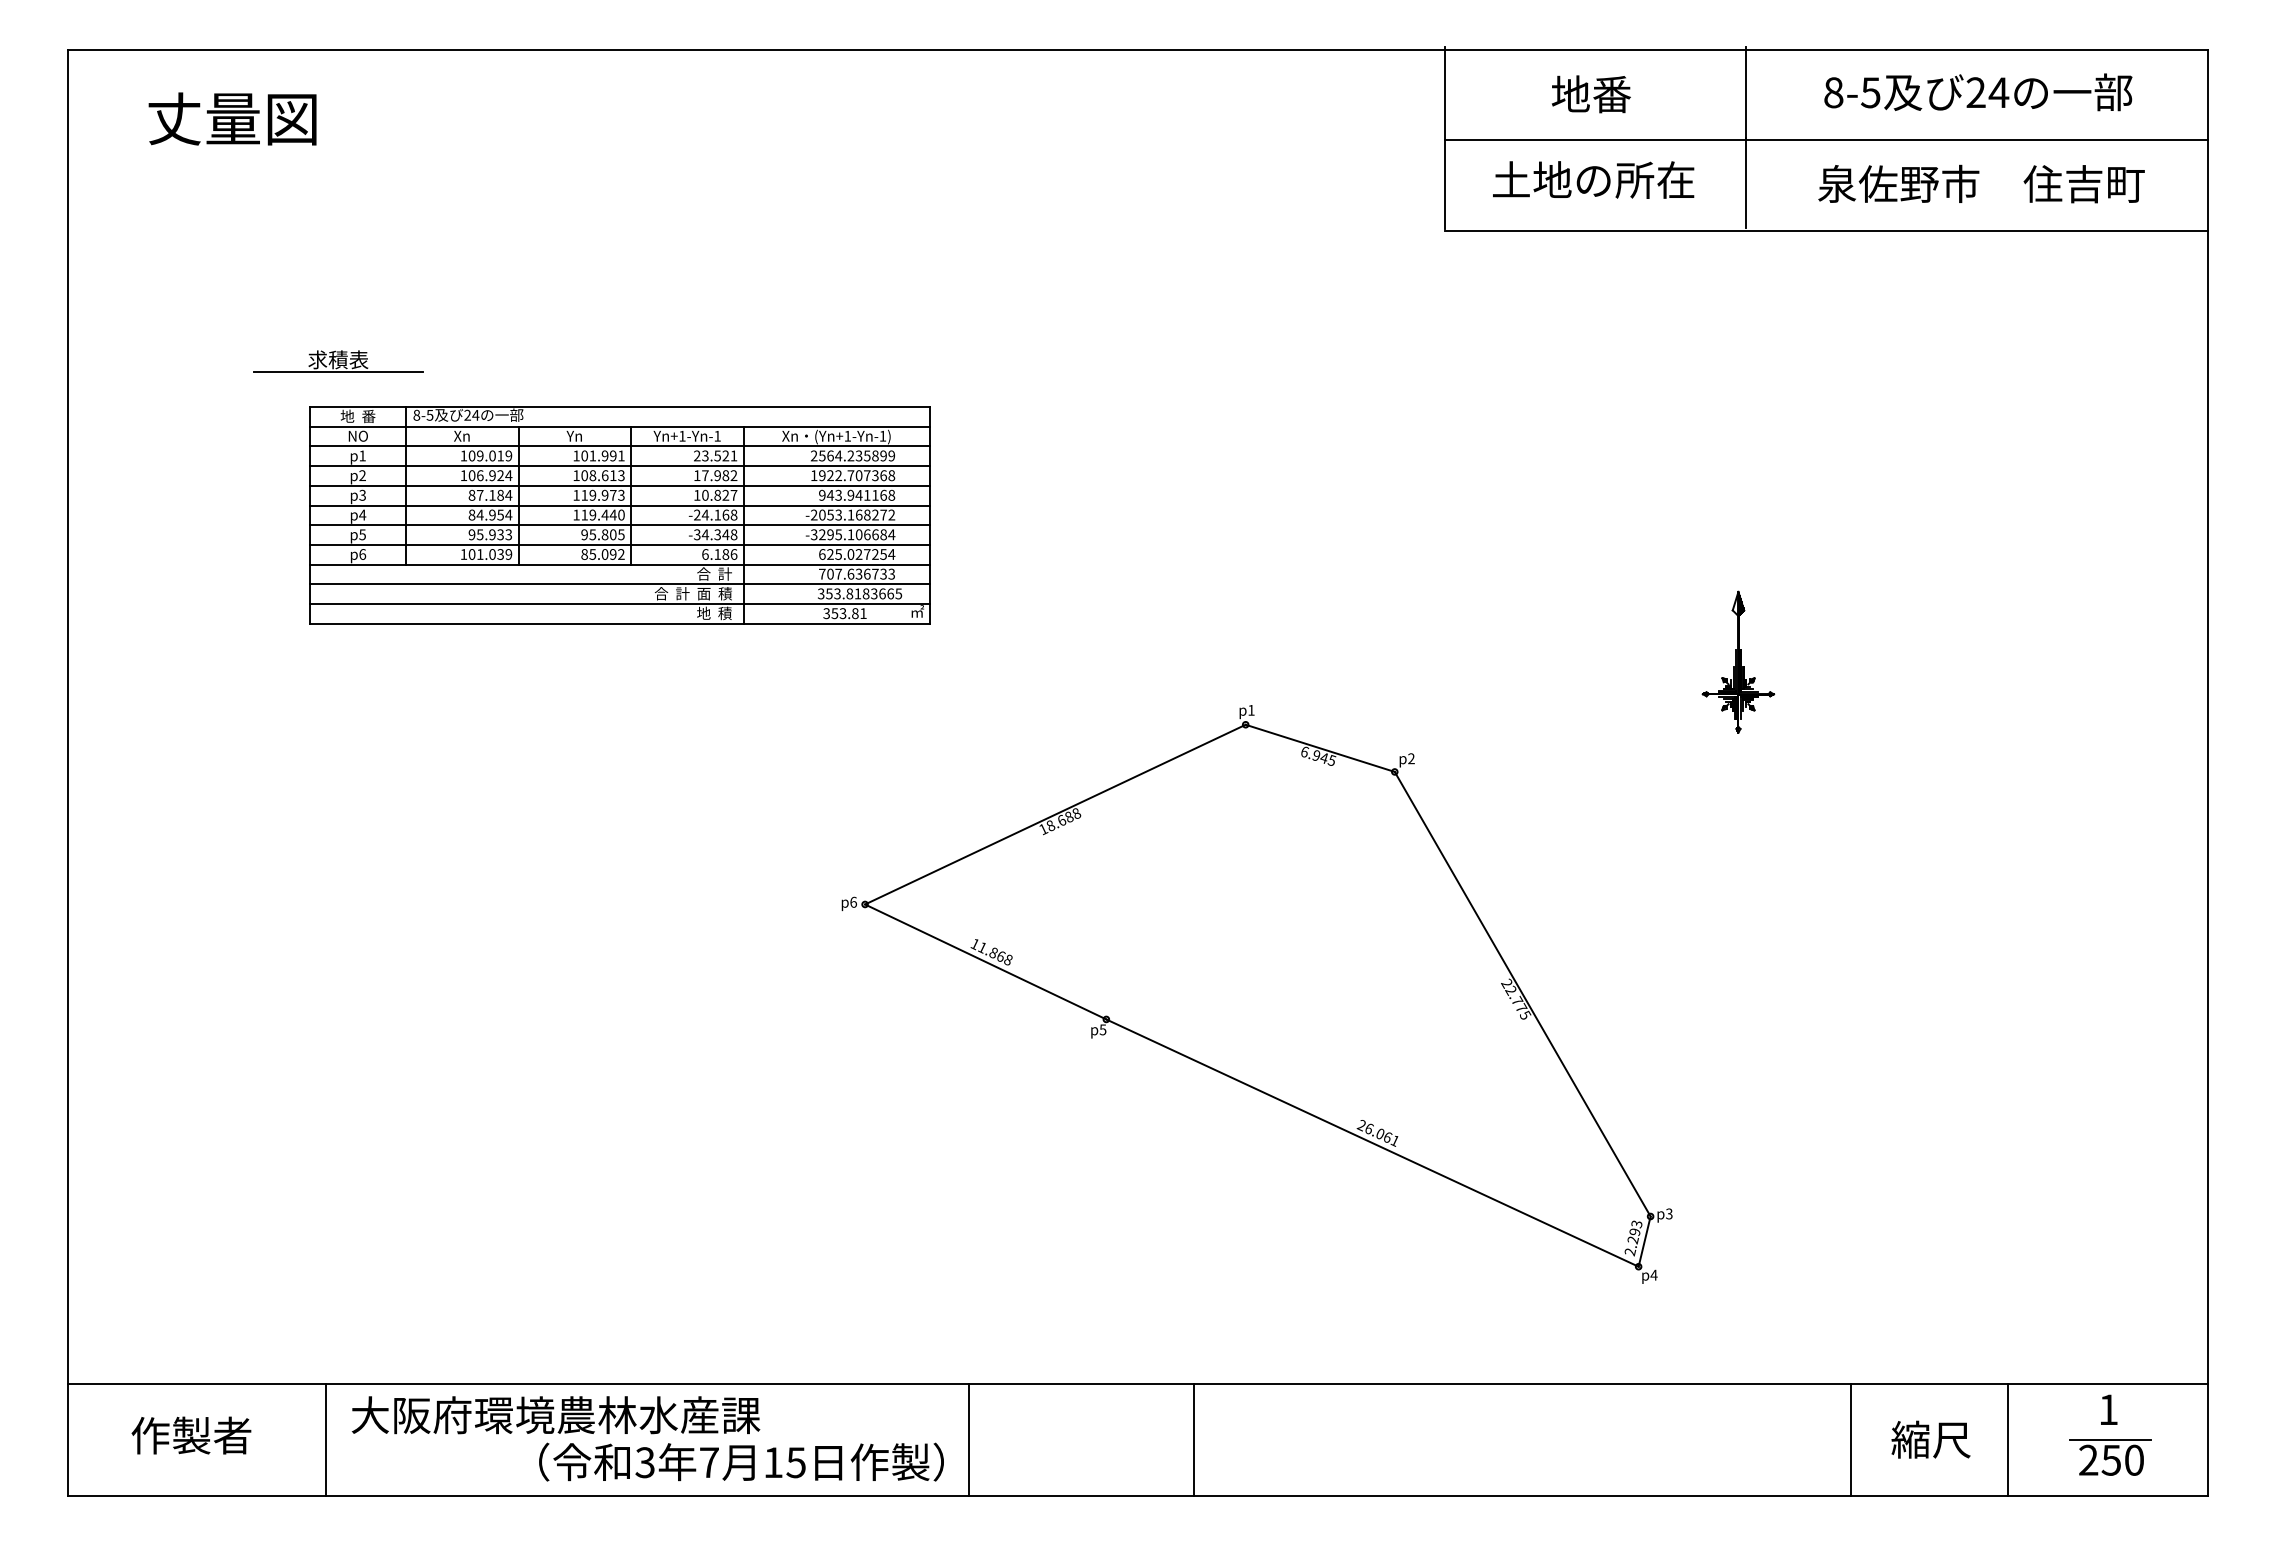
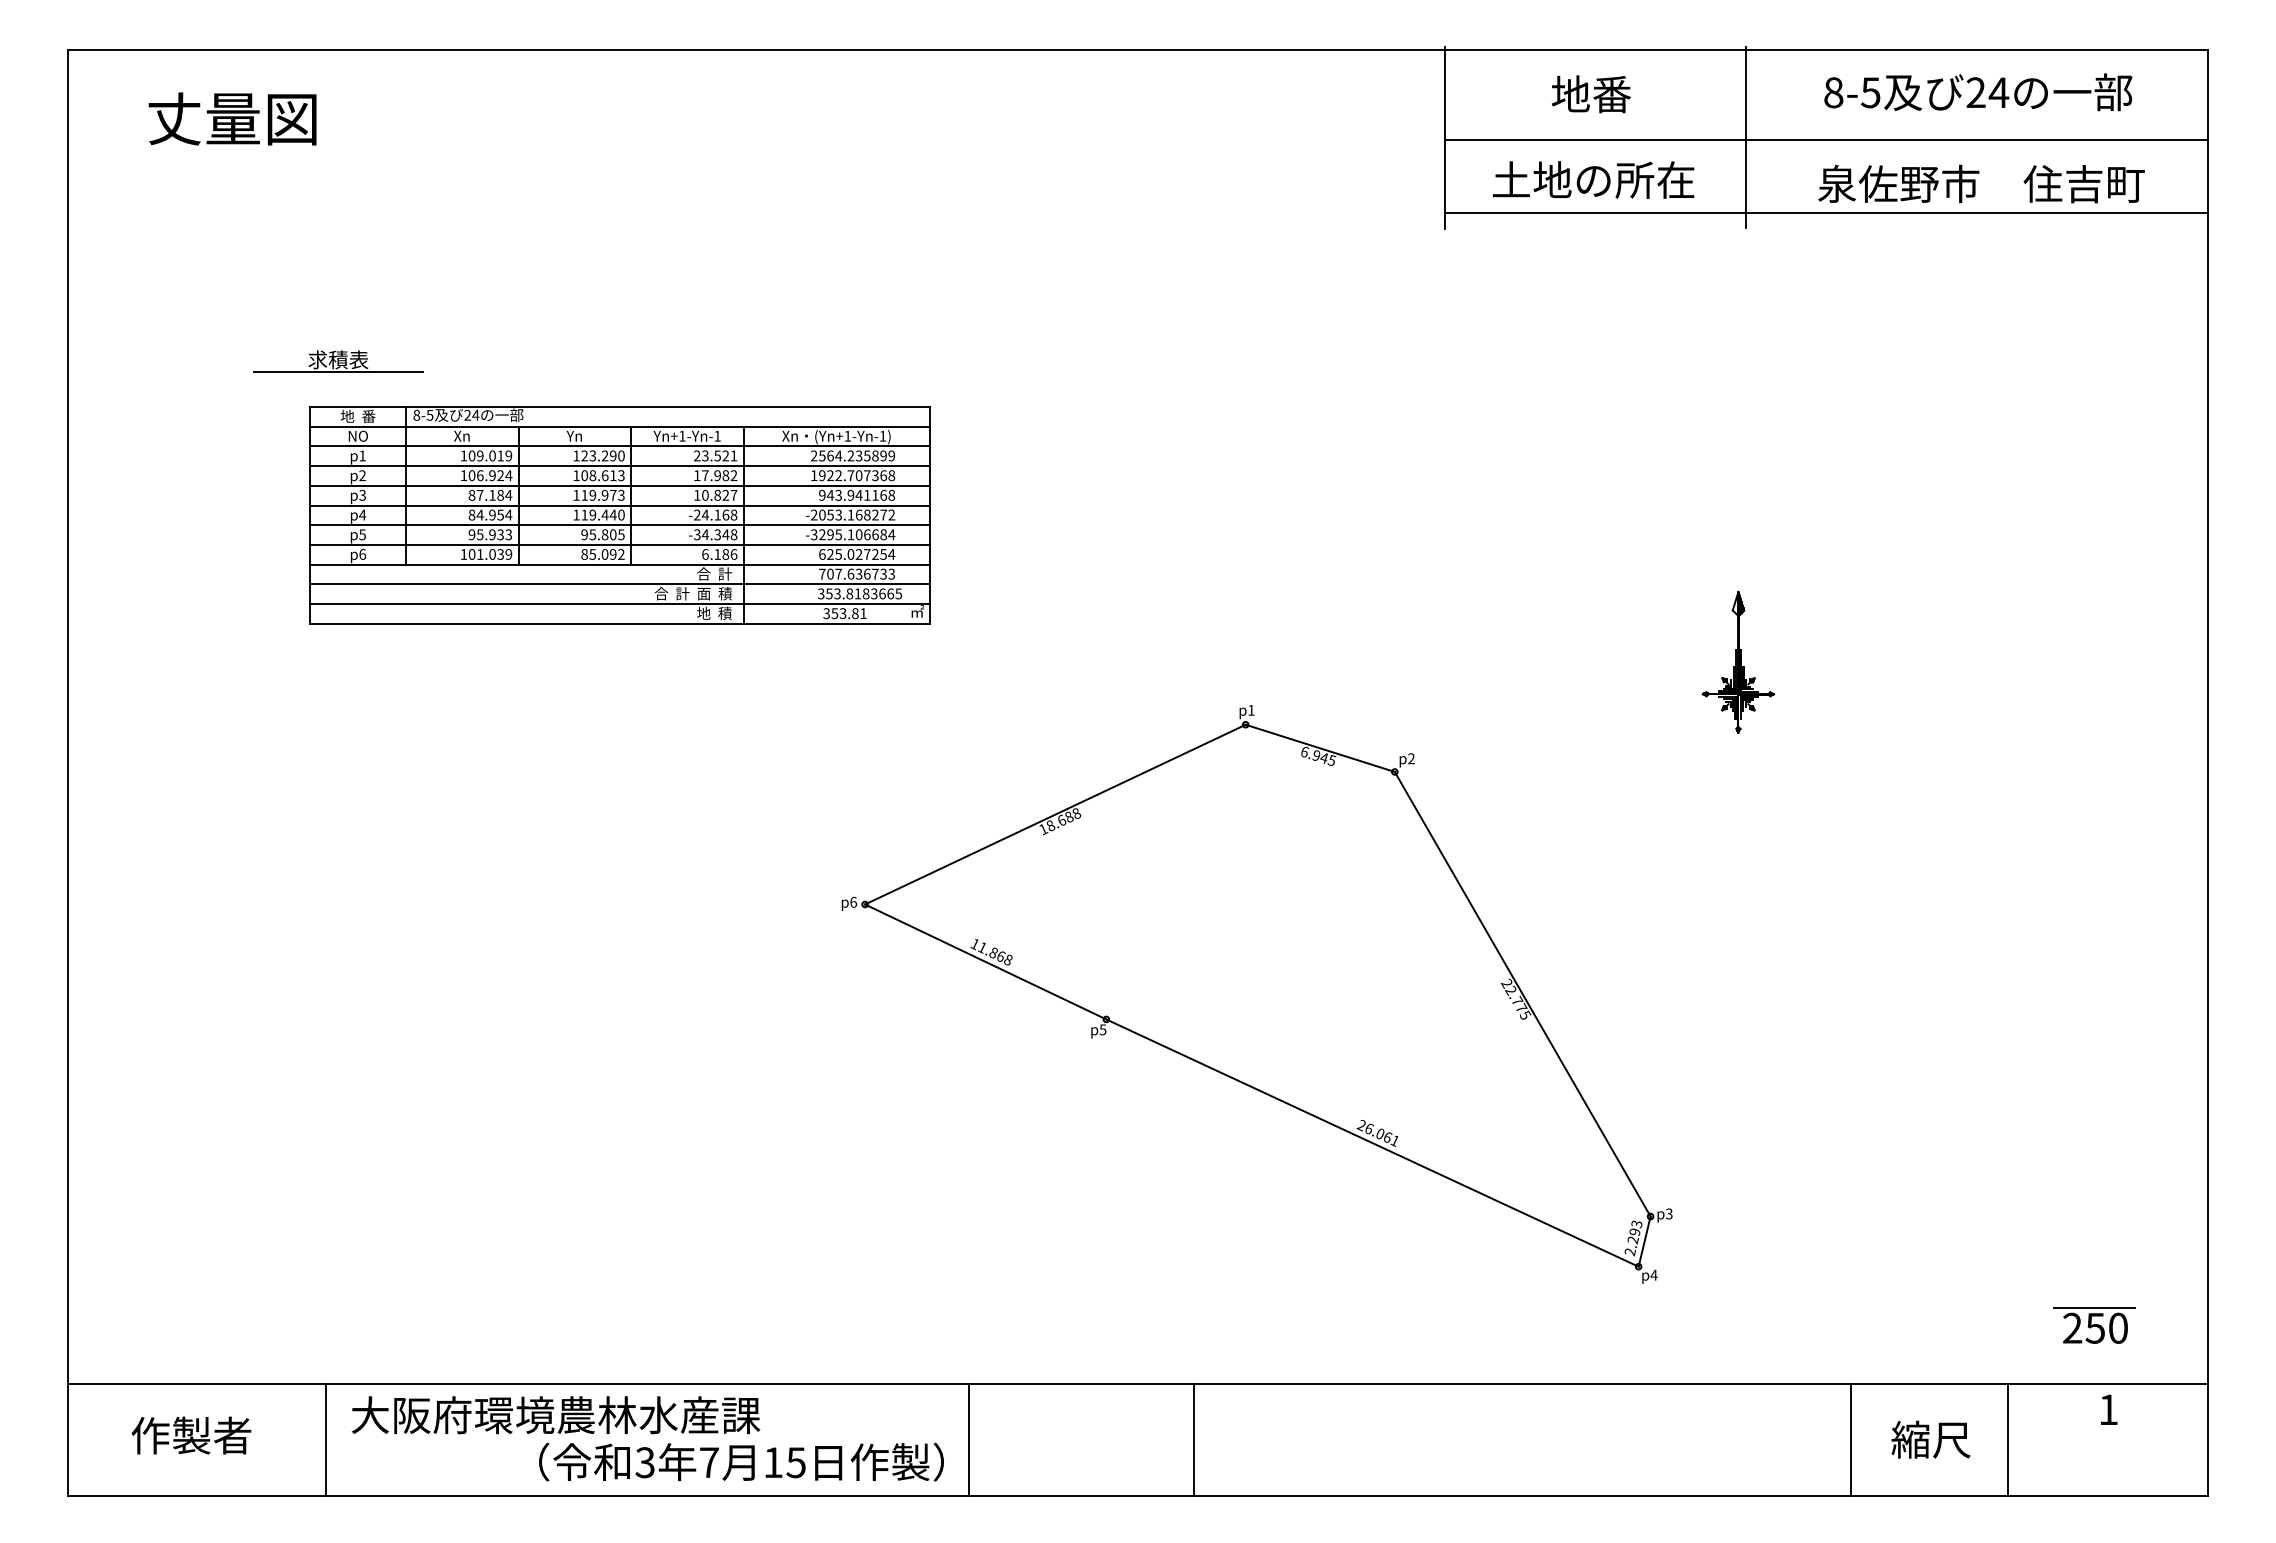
line at (1826, 231) position: (1826, 231) -> (1826, 213)
text at (602, 455): 101.991 -> 123.290
part at (2110, 1457) position: (2110, 1457) -> (2094, 1325)
